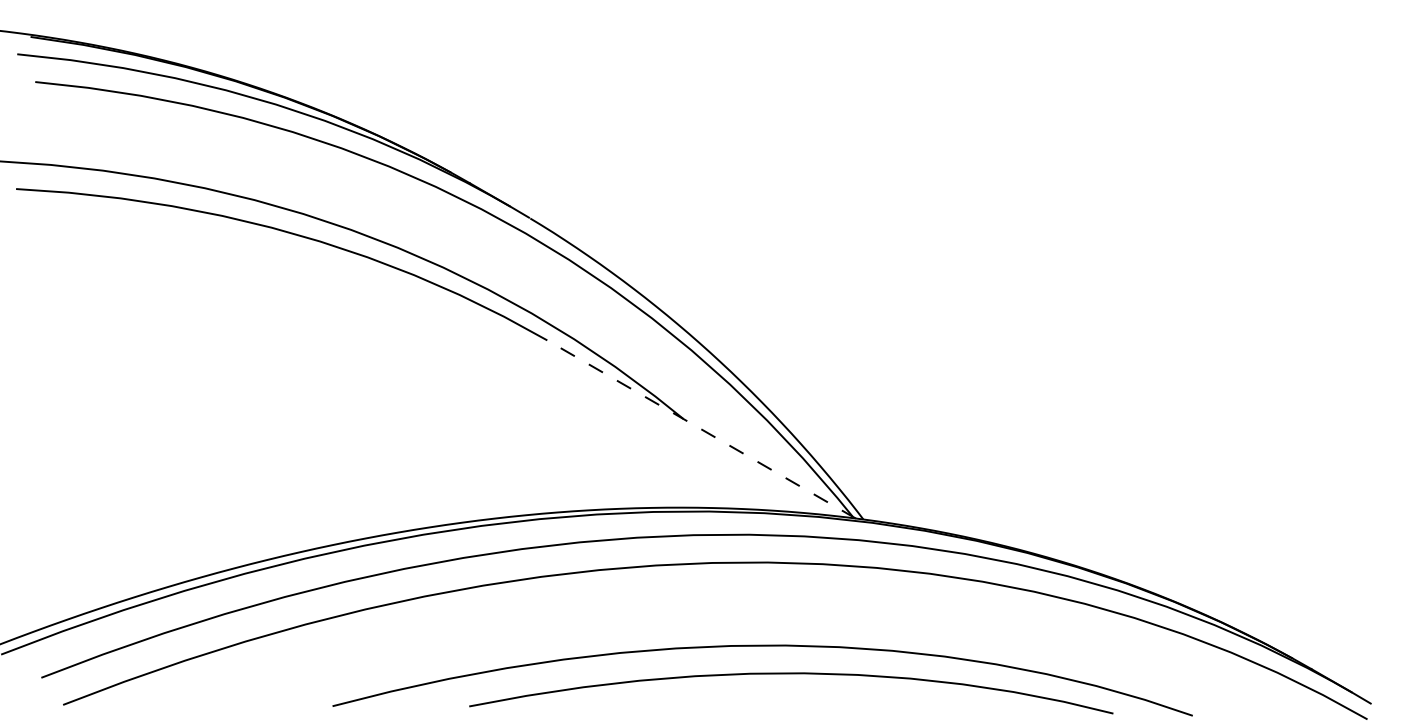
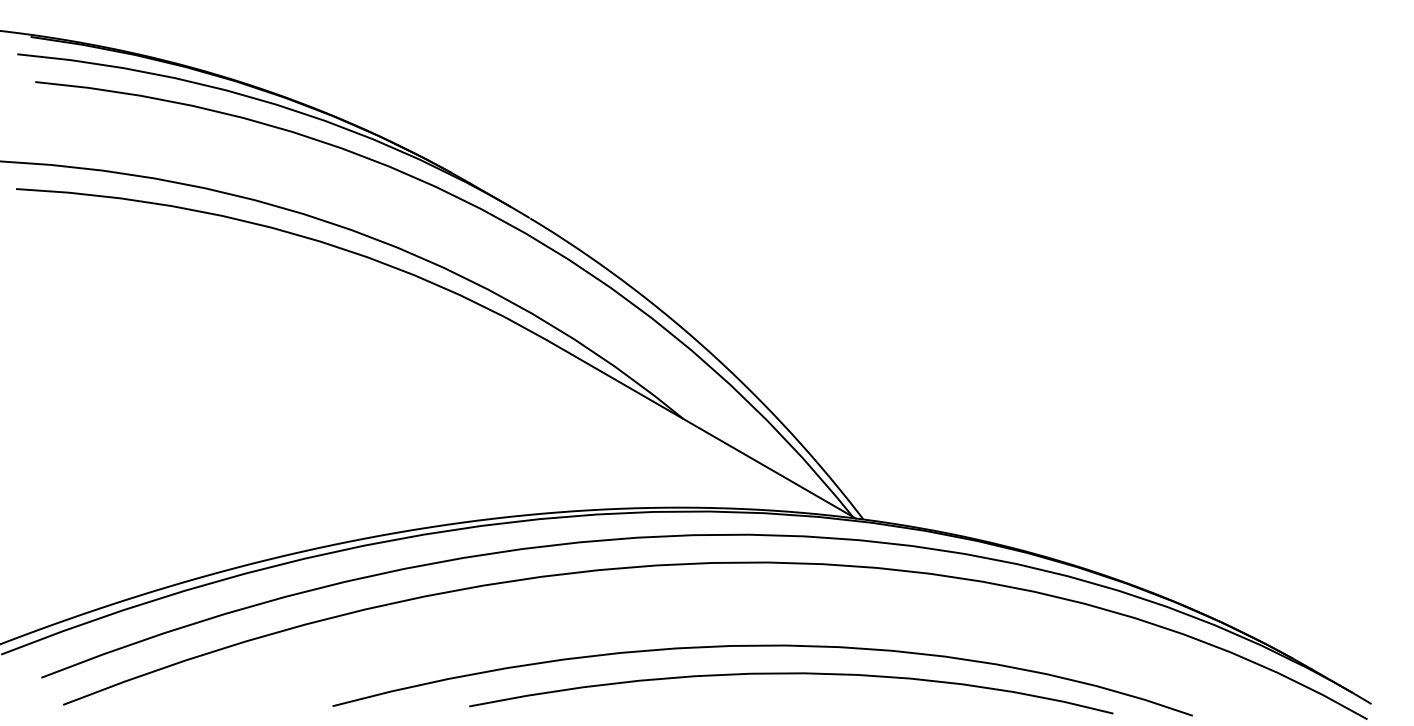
line at (701, 429): dashed -> solid
